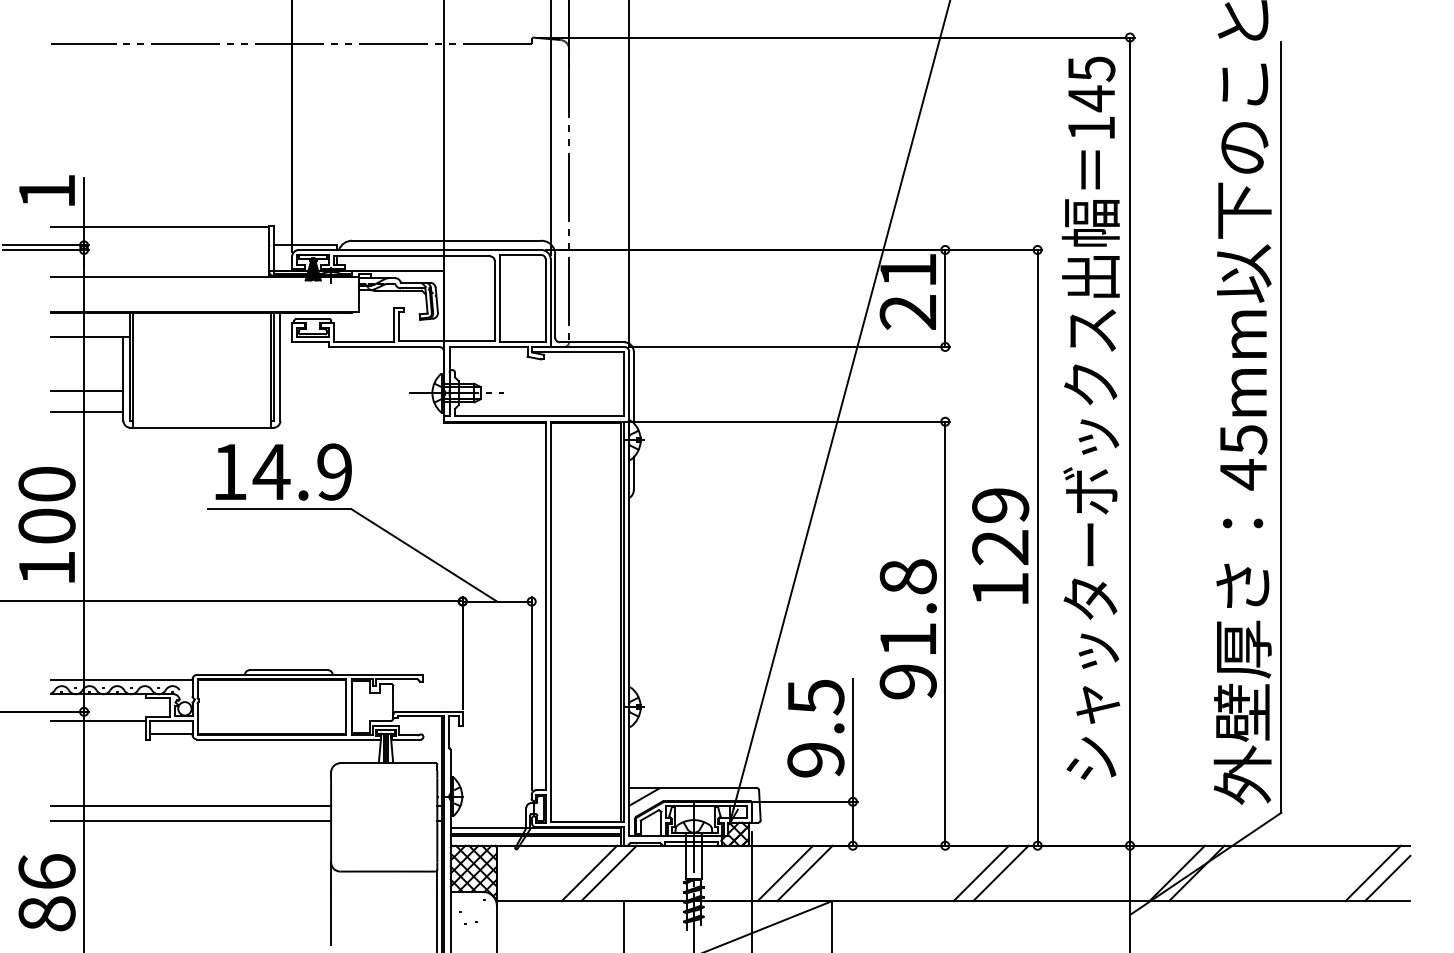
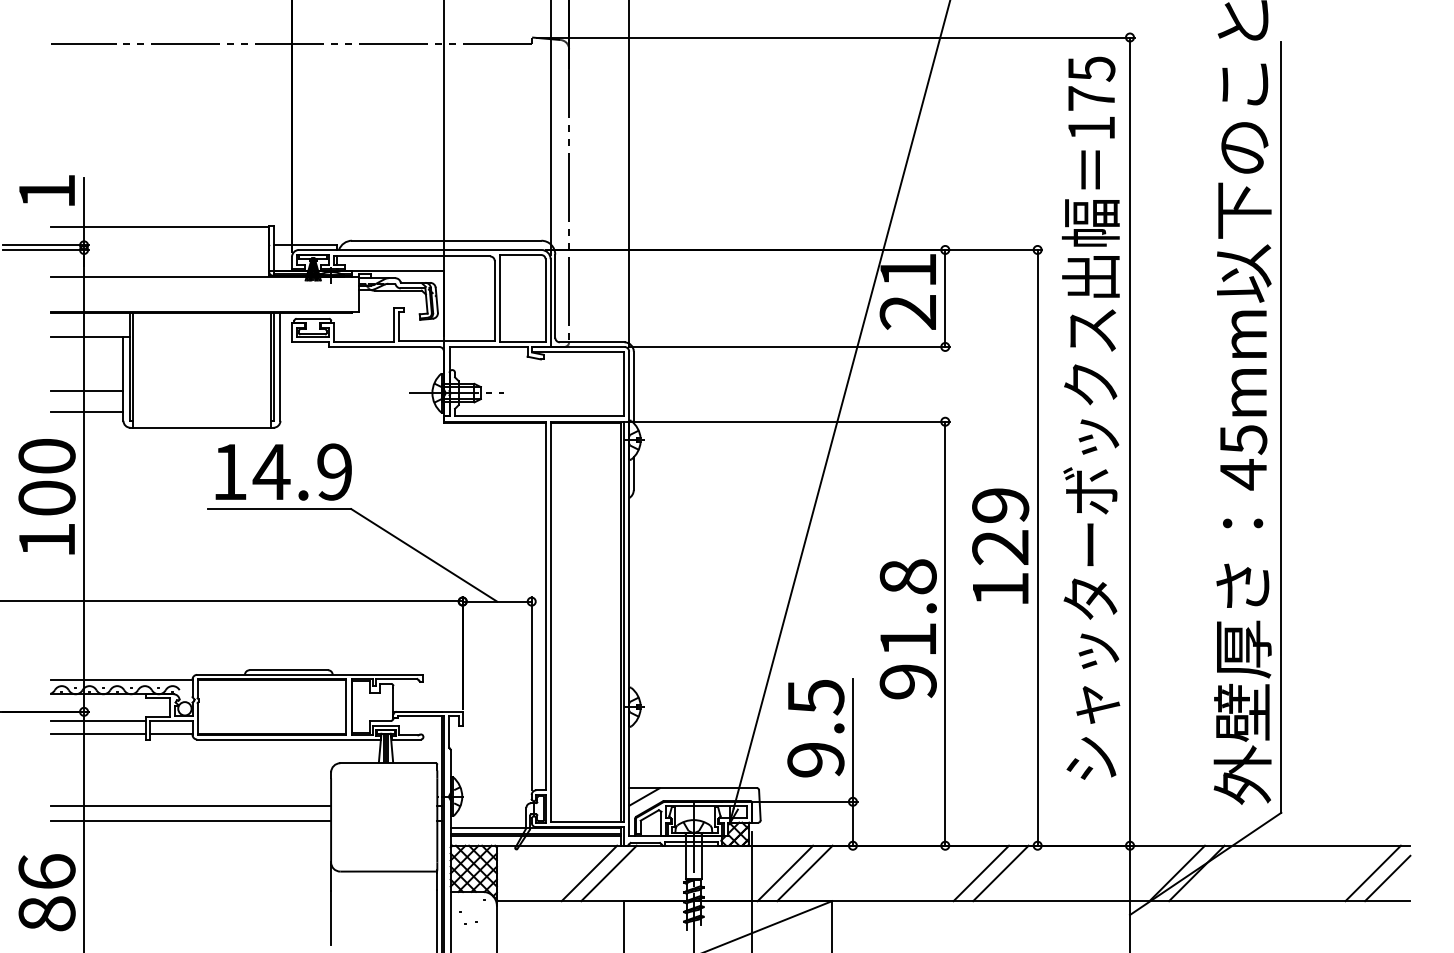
text at (1091, 98): 145 -> 175
text at (46, 524) position: (46, 524) -> (46, 496)
line at (98, 733): none -> present
